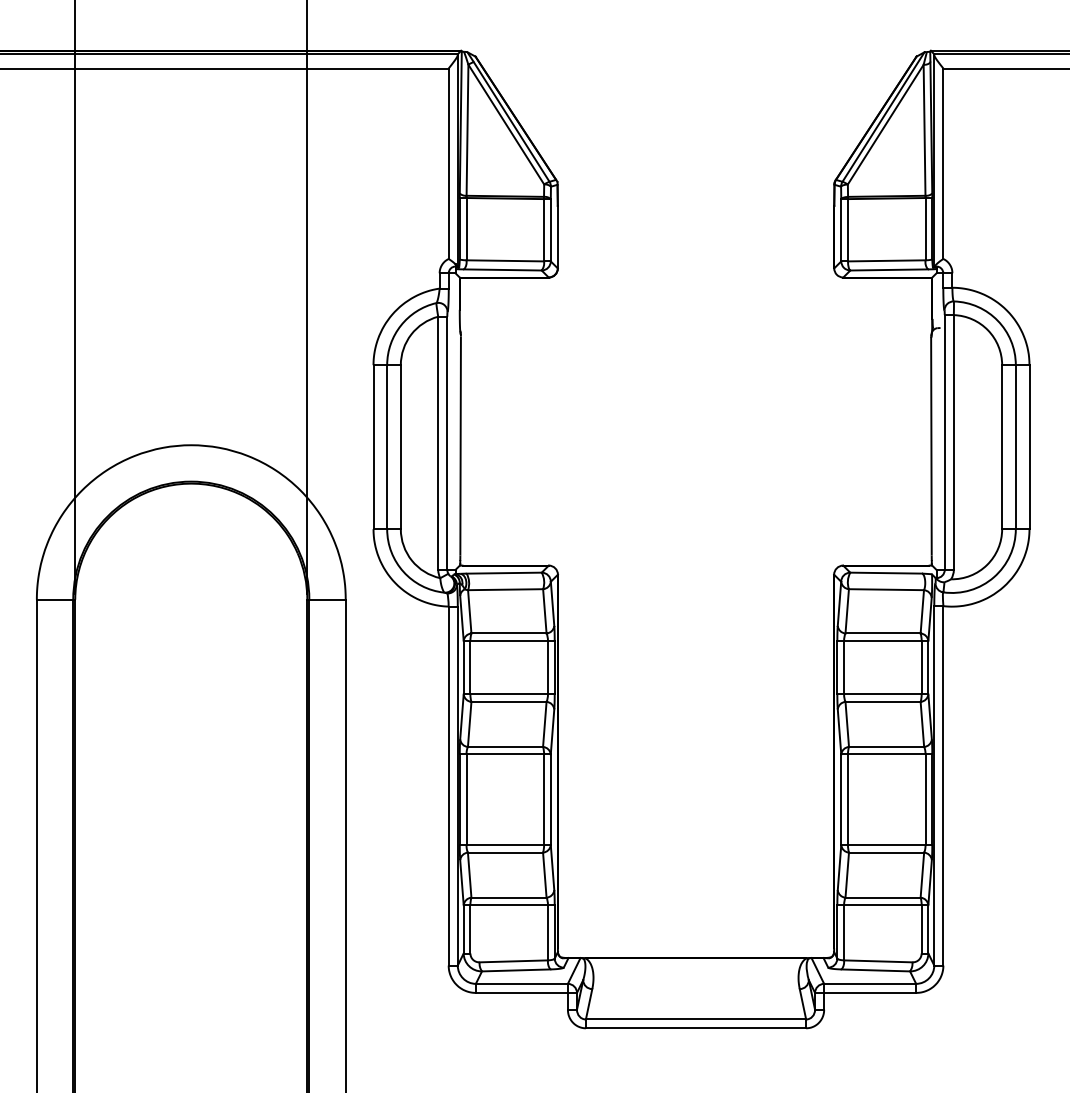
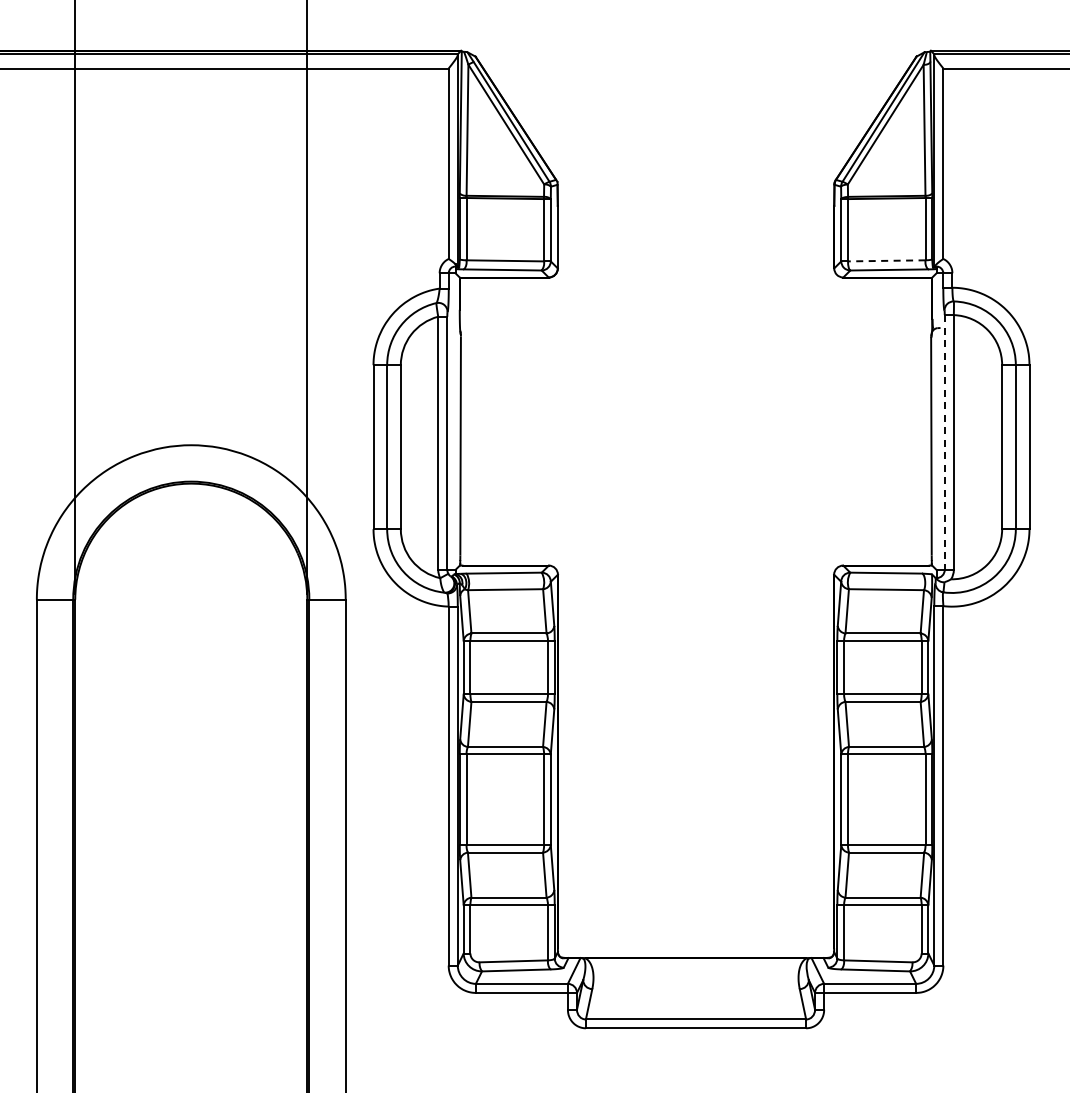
line at (886, 260): solid -> dashed
line at (944, 443): solid -> dashed
